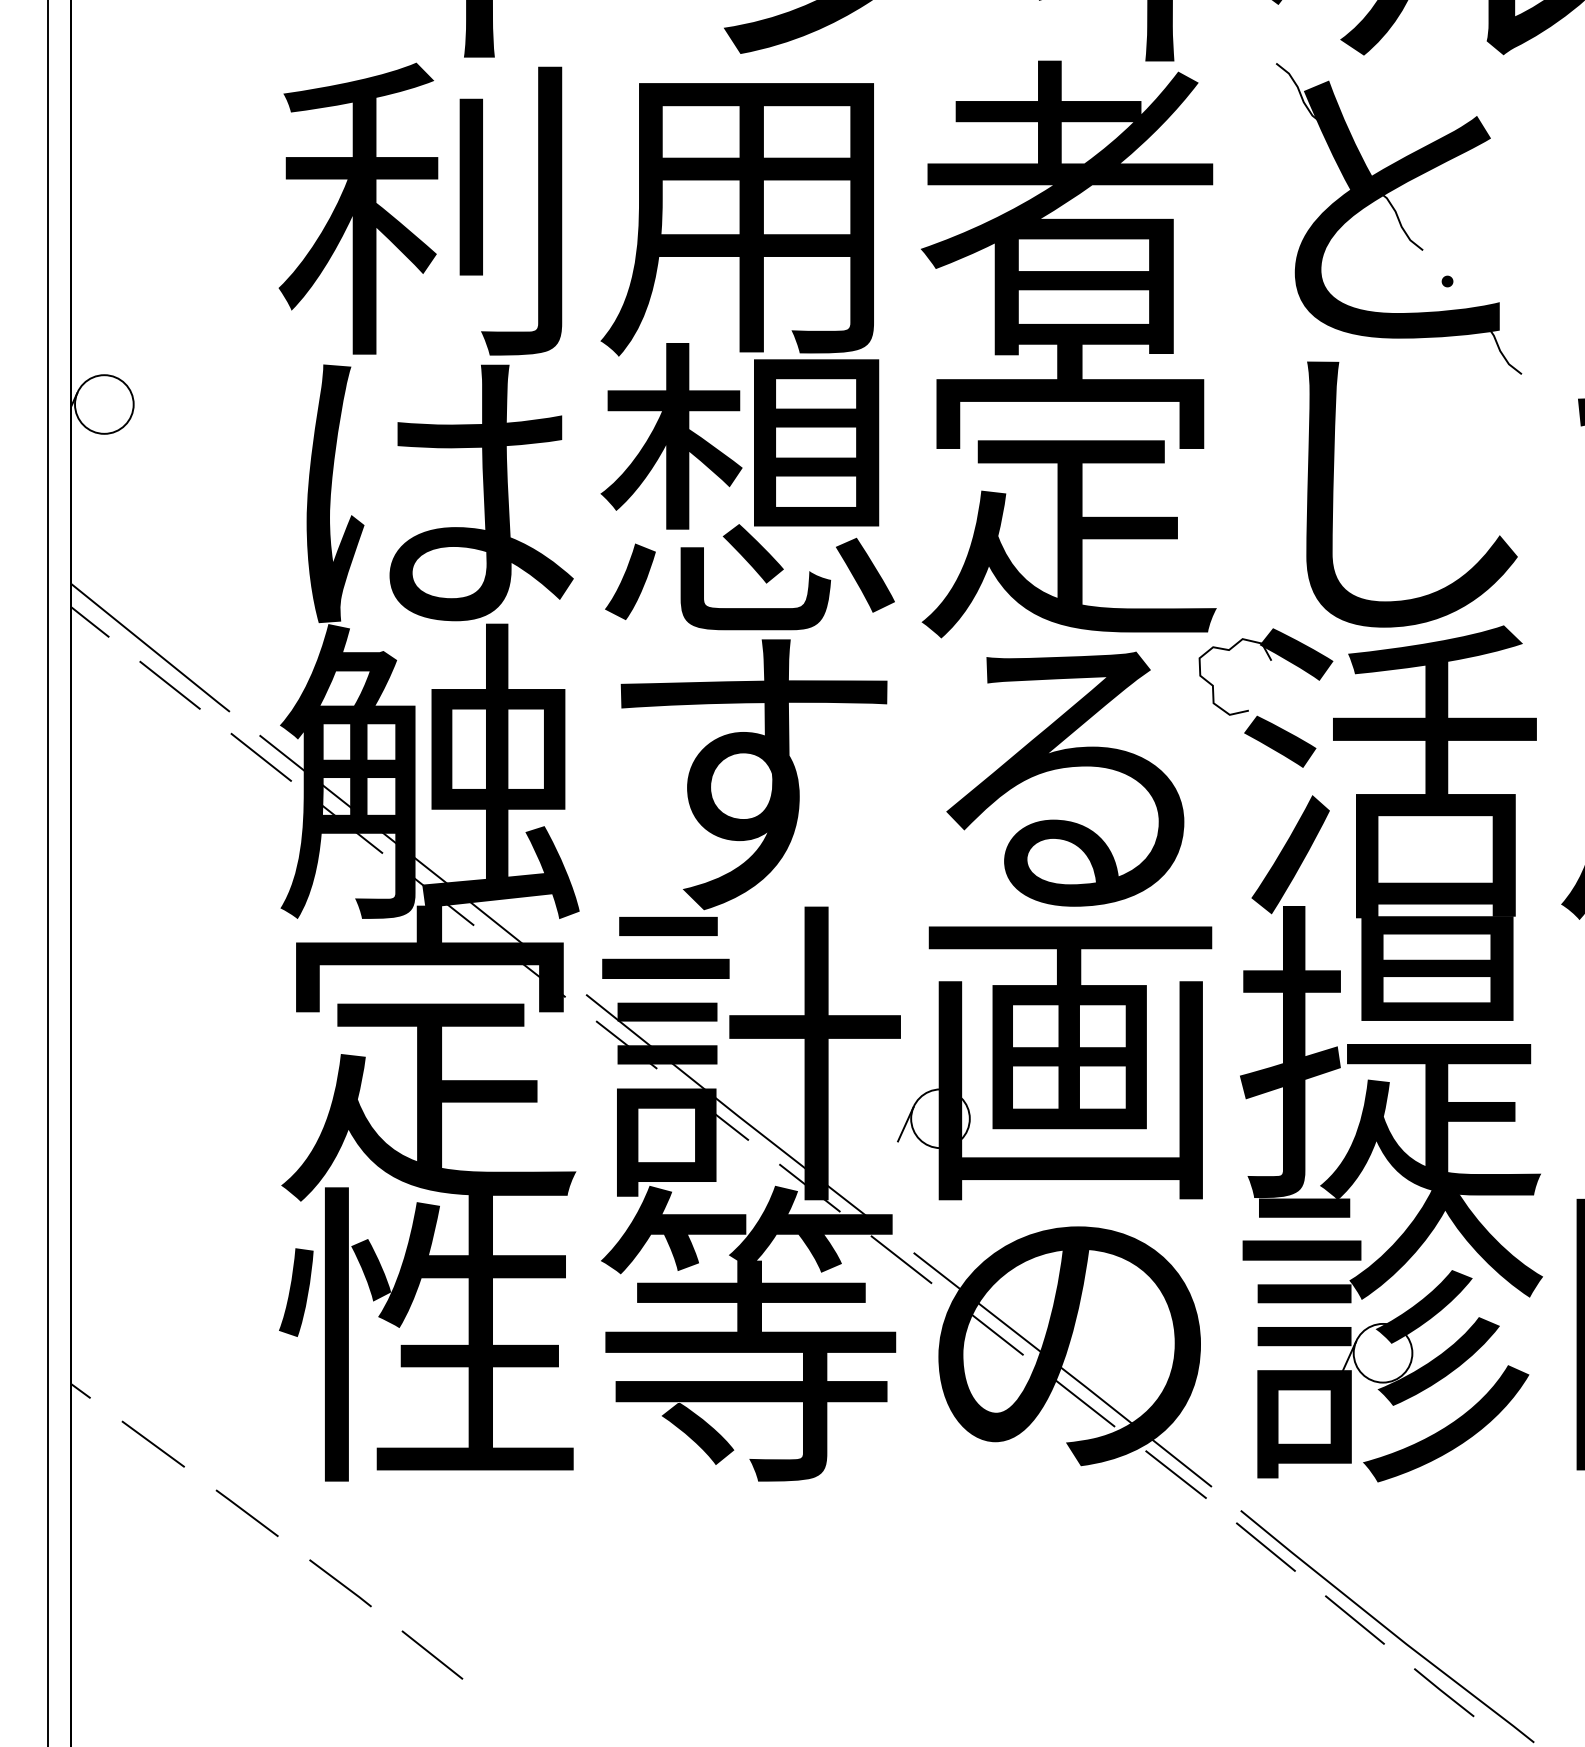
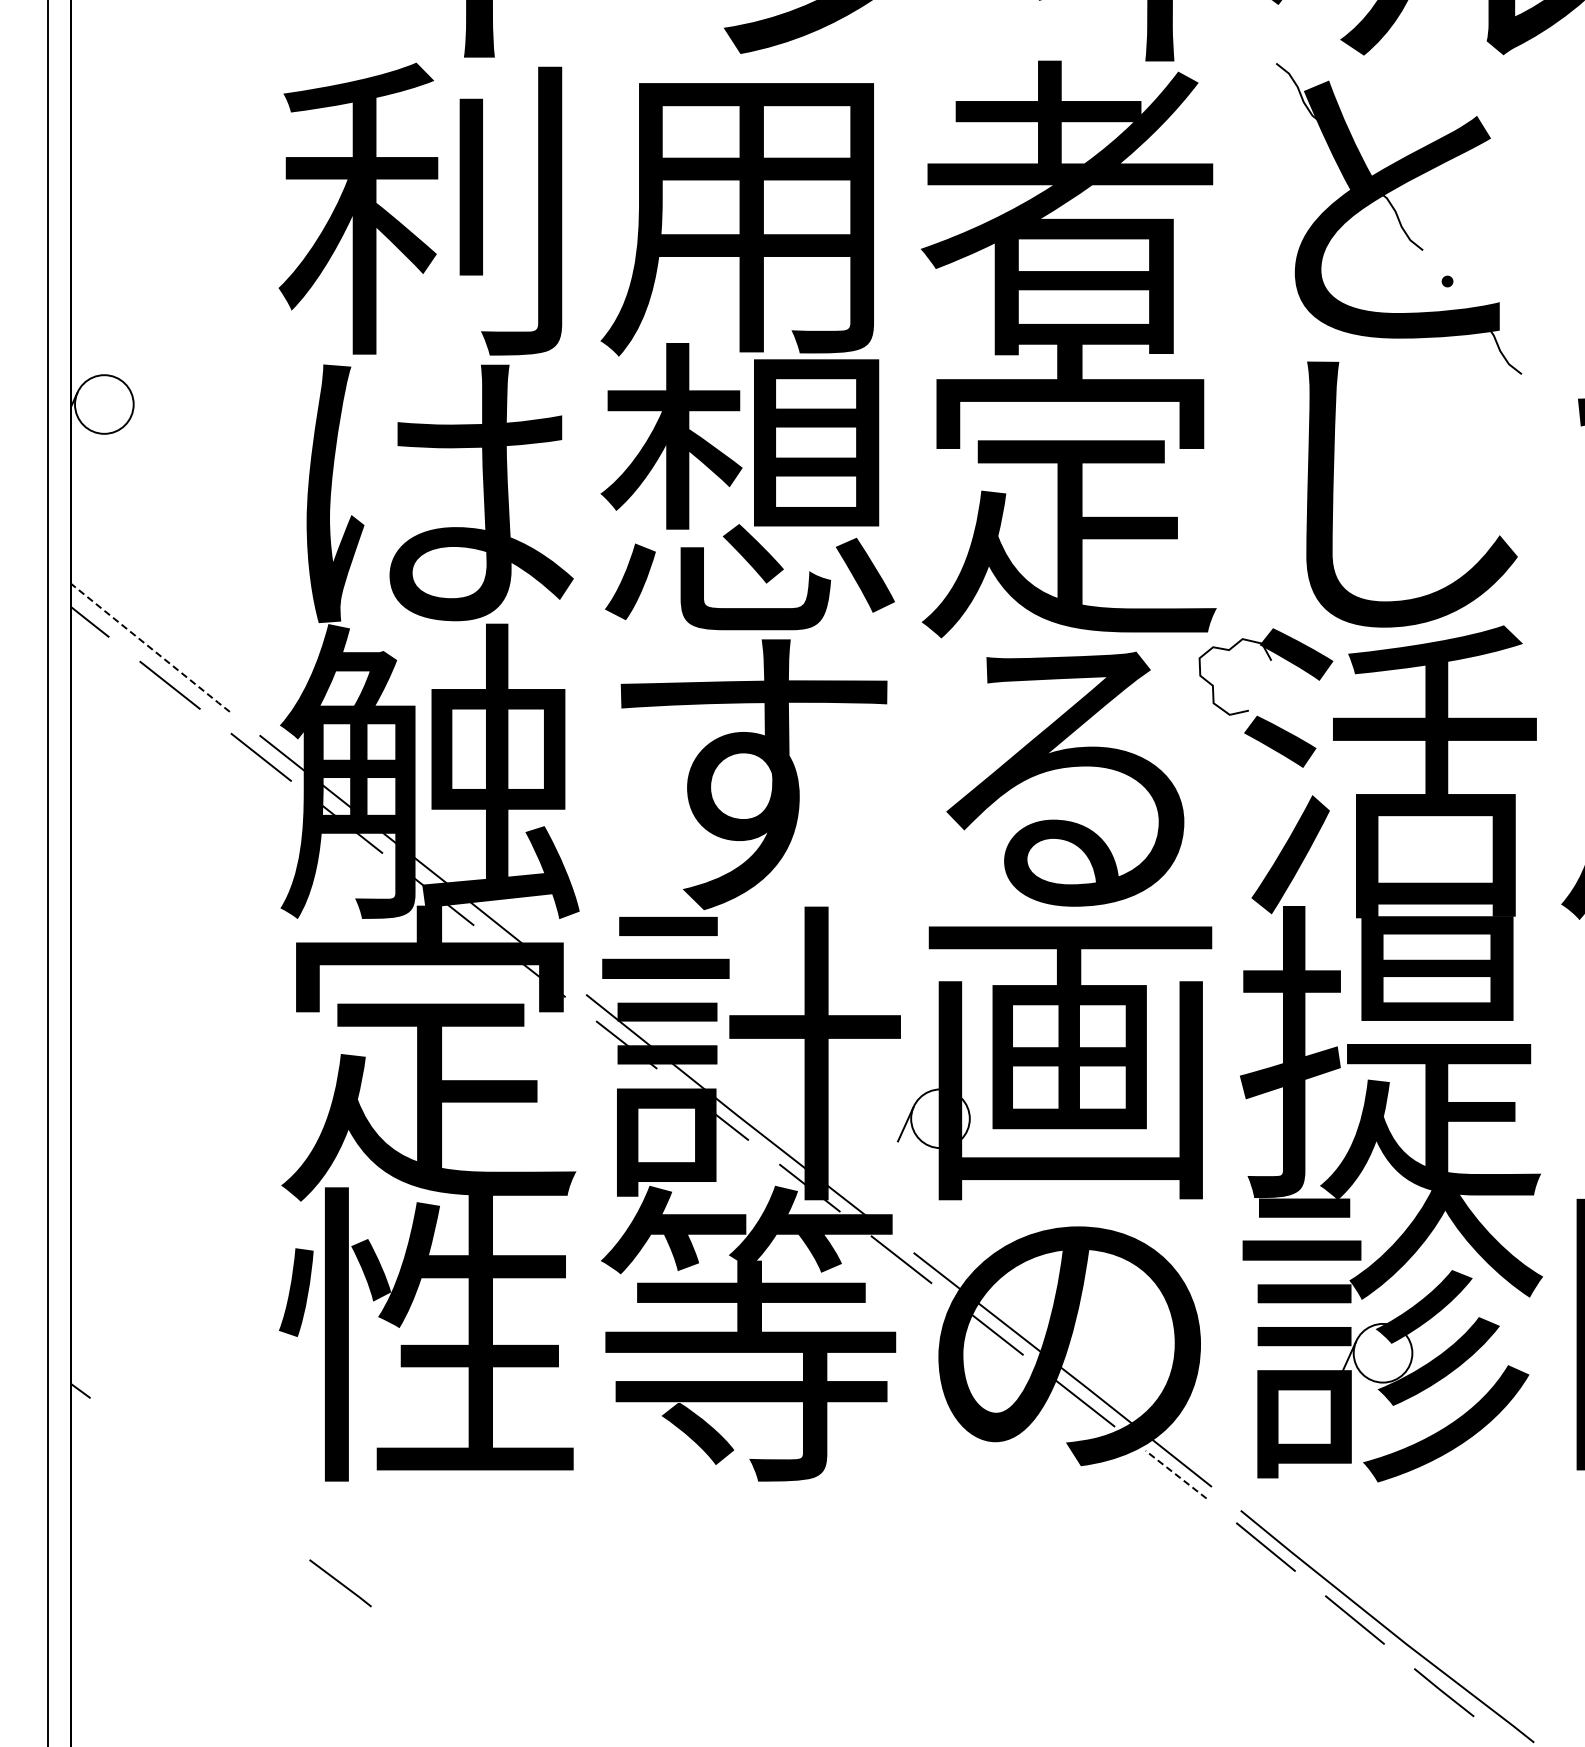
line at (150, 648): solid -> dashed
line at (152, 1443): present -> none
line at (1176, 1474): solid -> dashed
line at (246, 1513): present -> none
line at (432, 1654): present -> none
